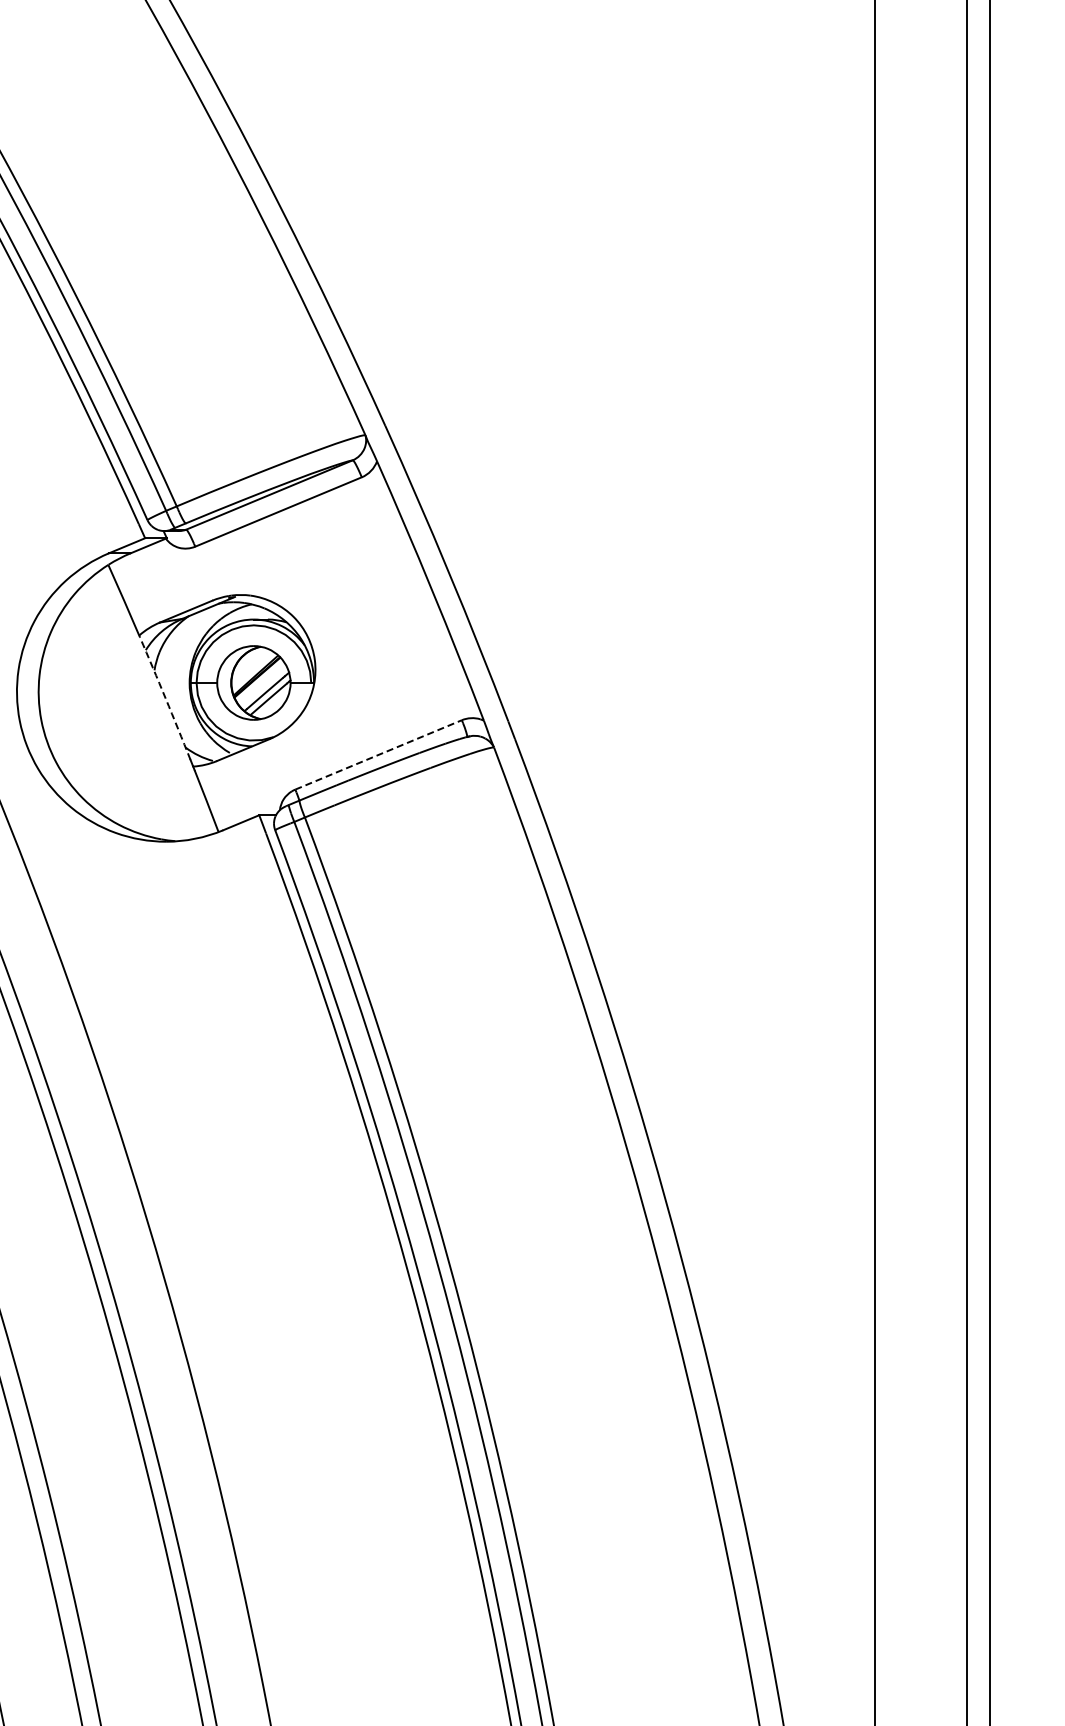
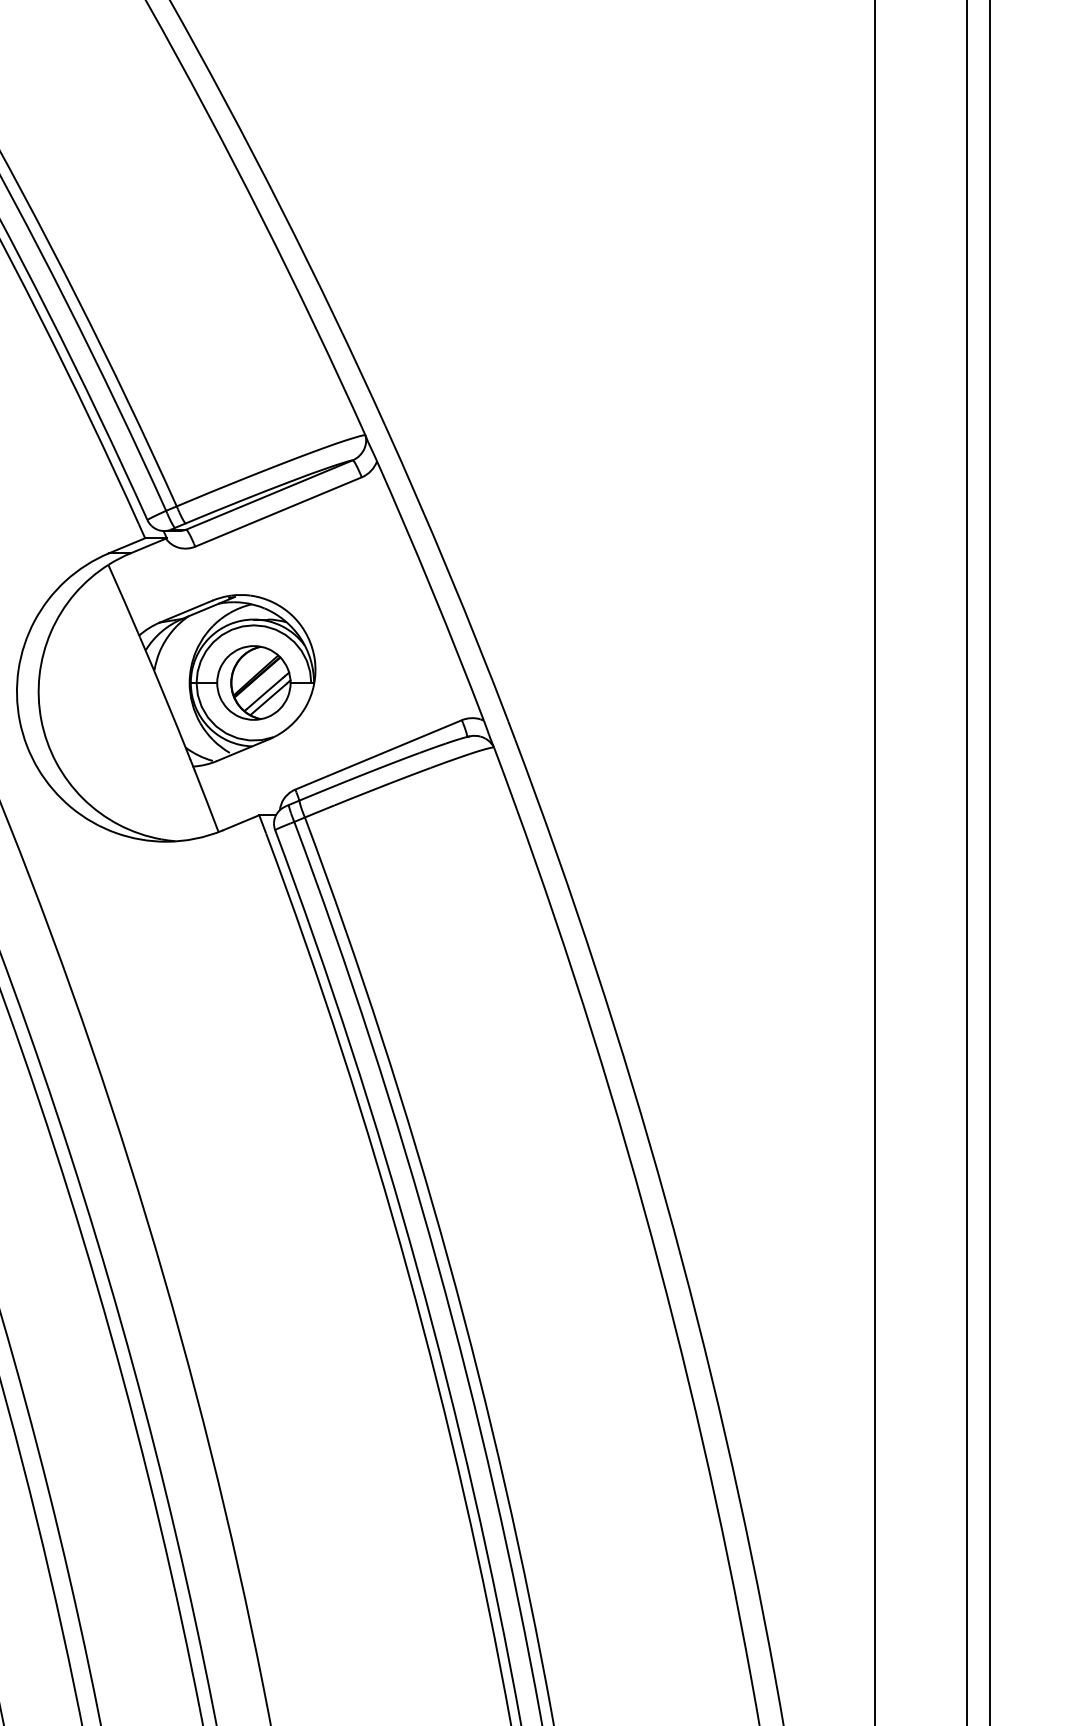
arc at (165, 698): dashed -> solid
line at (379, 754): dashed -> solid
